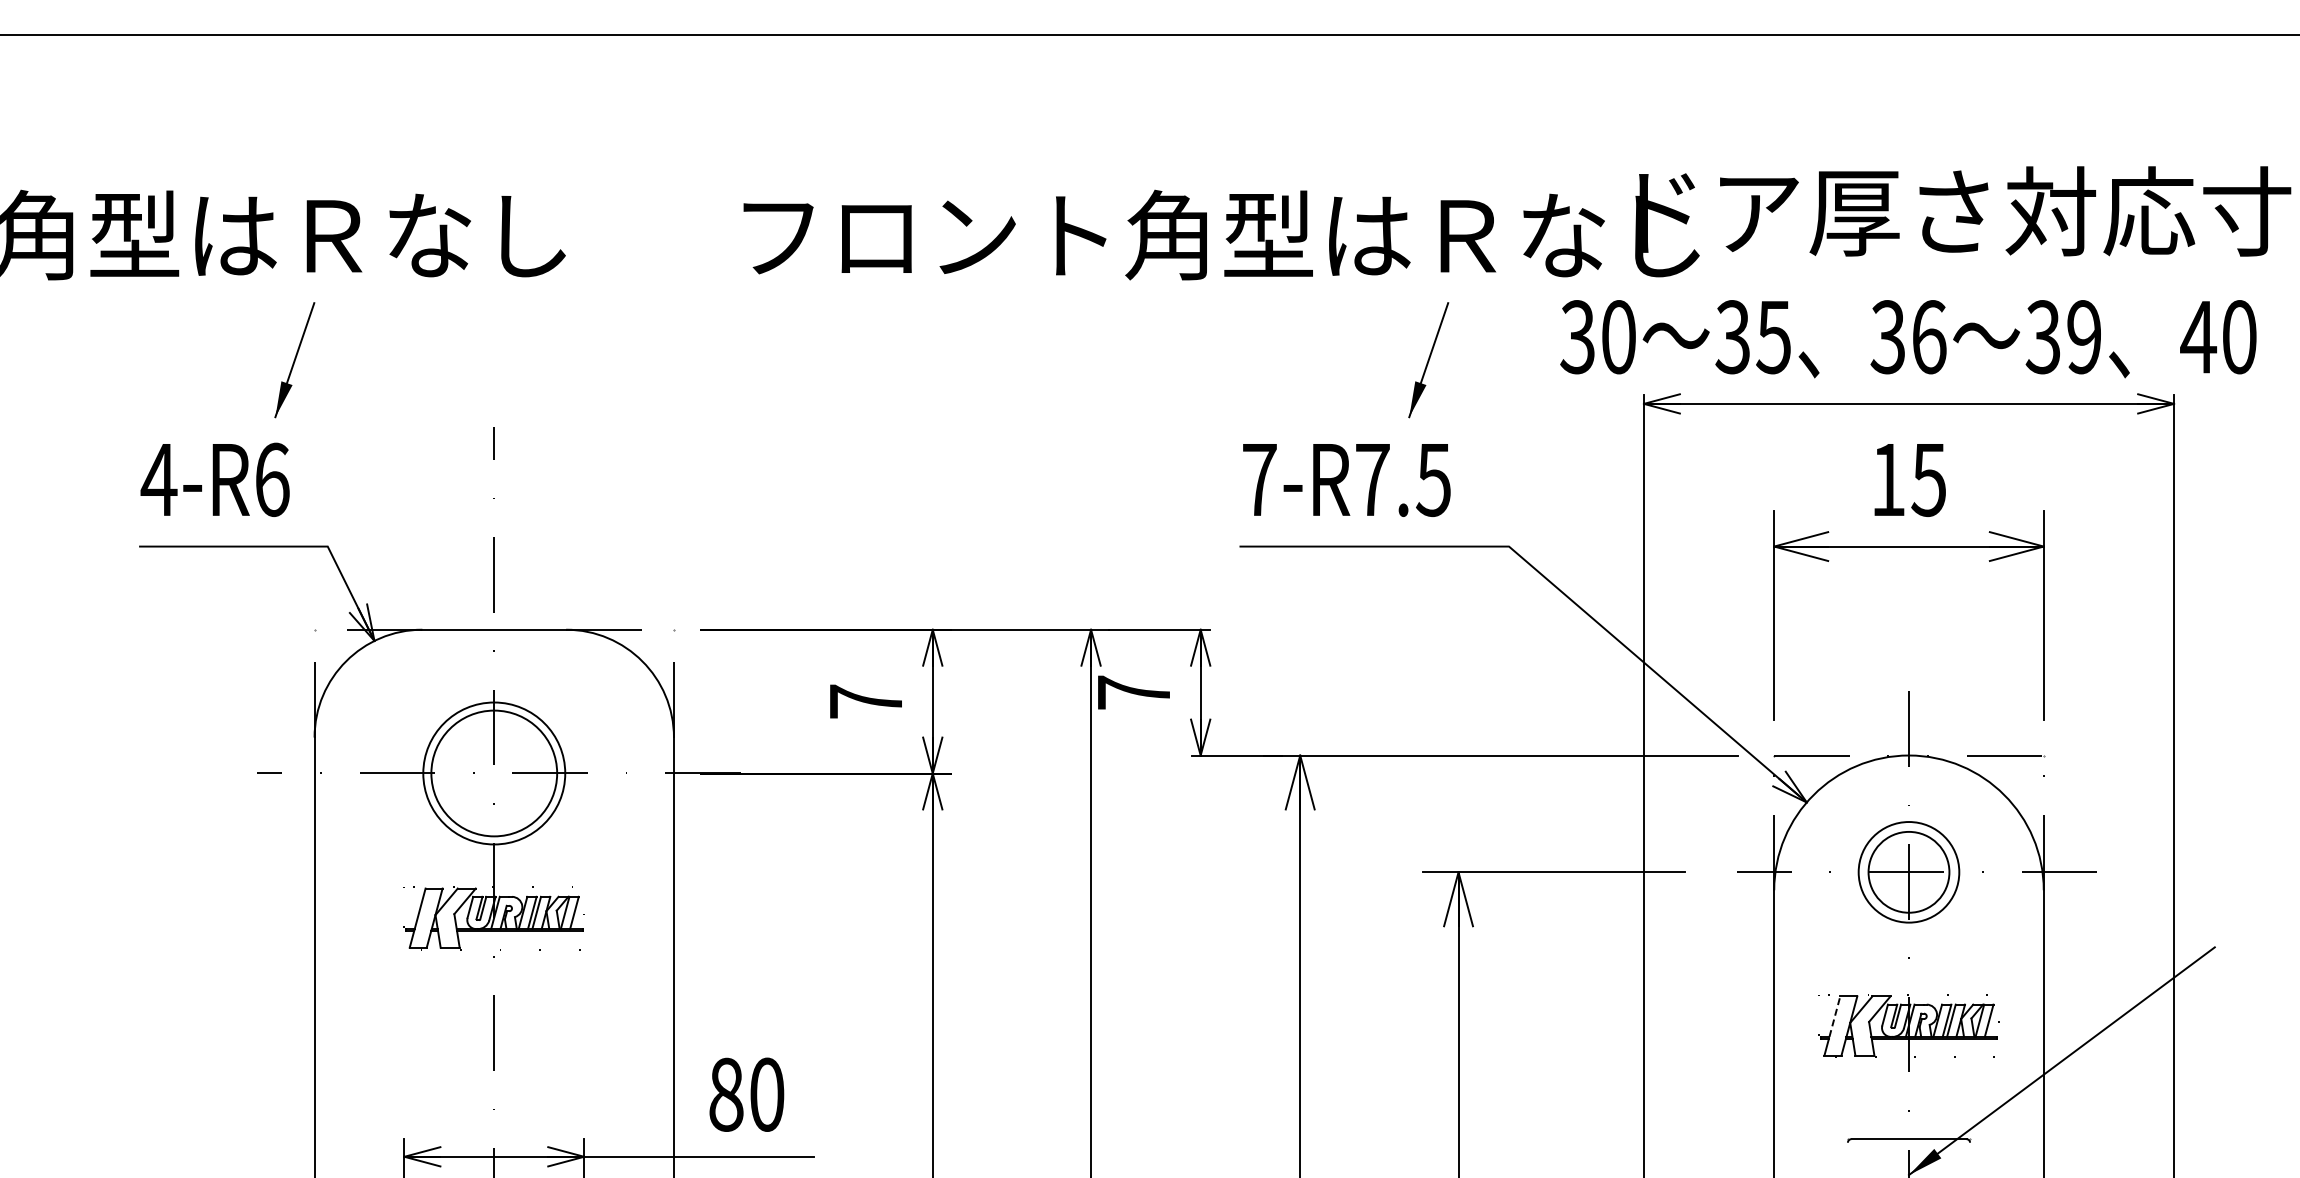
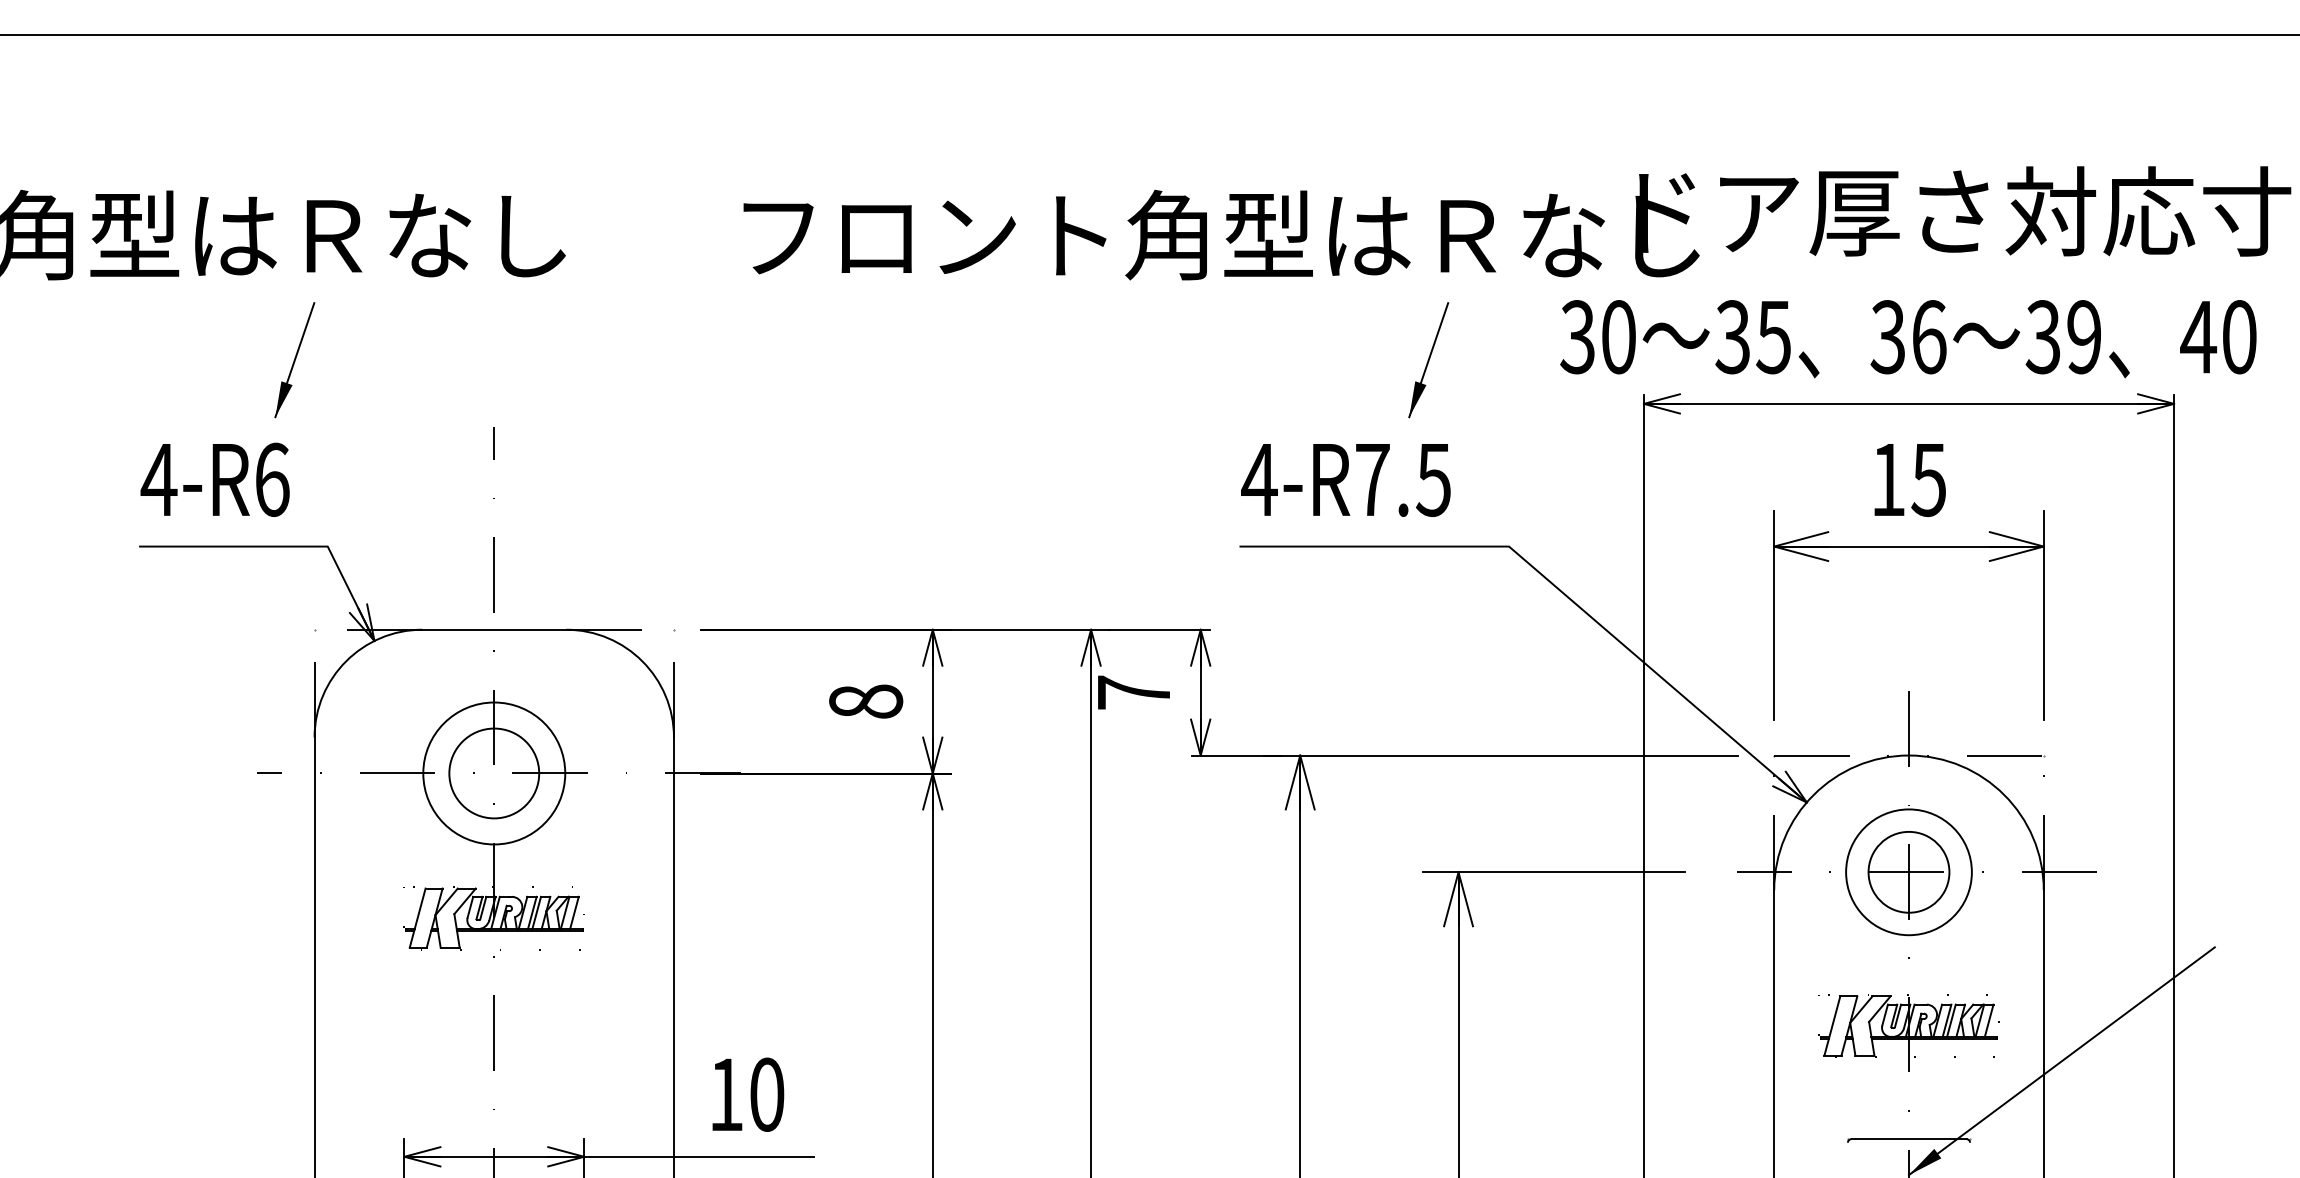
text at (1259, 479): 7-R7.5 -> 4-R7.5
text at (866, 701): 7 -> 8
circle at (494, 773) diameter: 126 px -> 90 px
circle at (1908, 872) diameter: 101 px -> 126 px
line at (1834, 1016): dashed -> solid
text at (726, 1094): 80 -> 10
